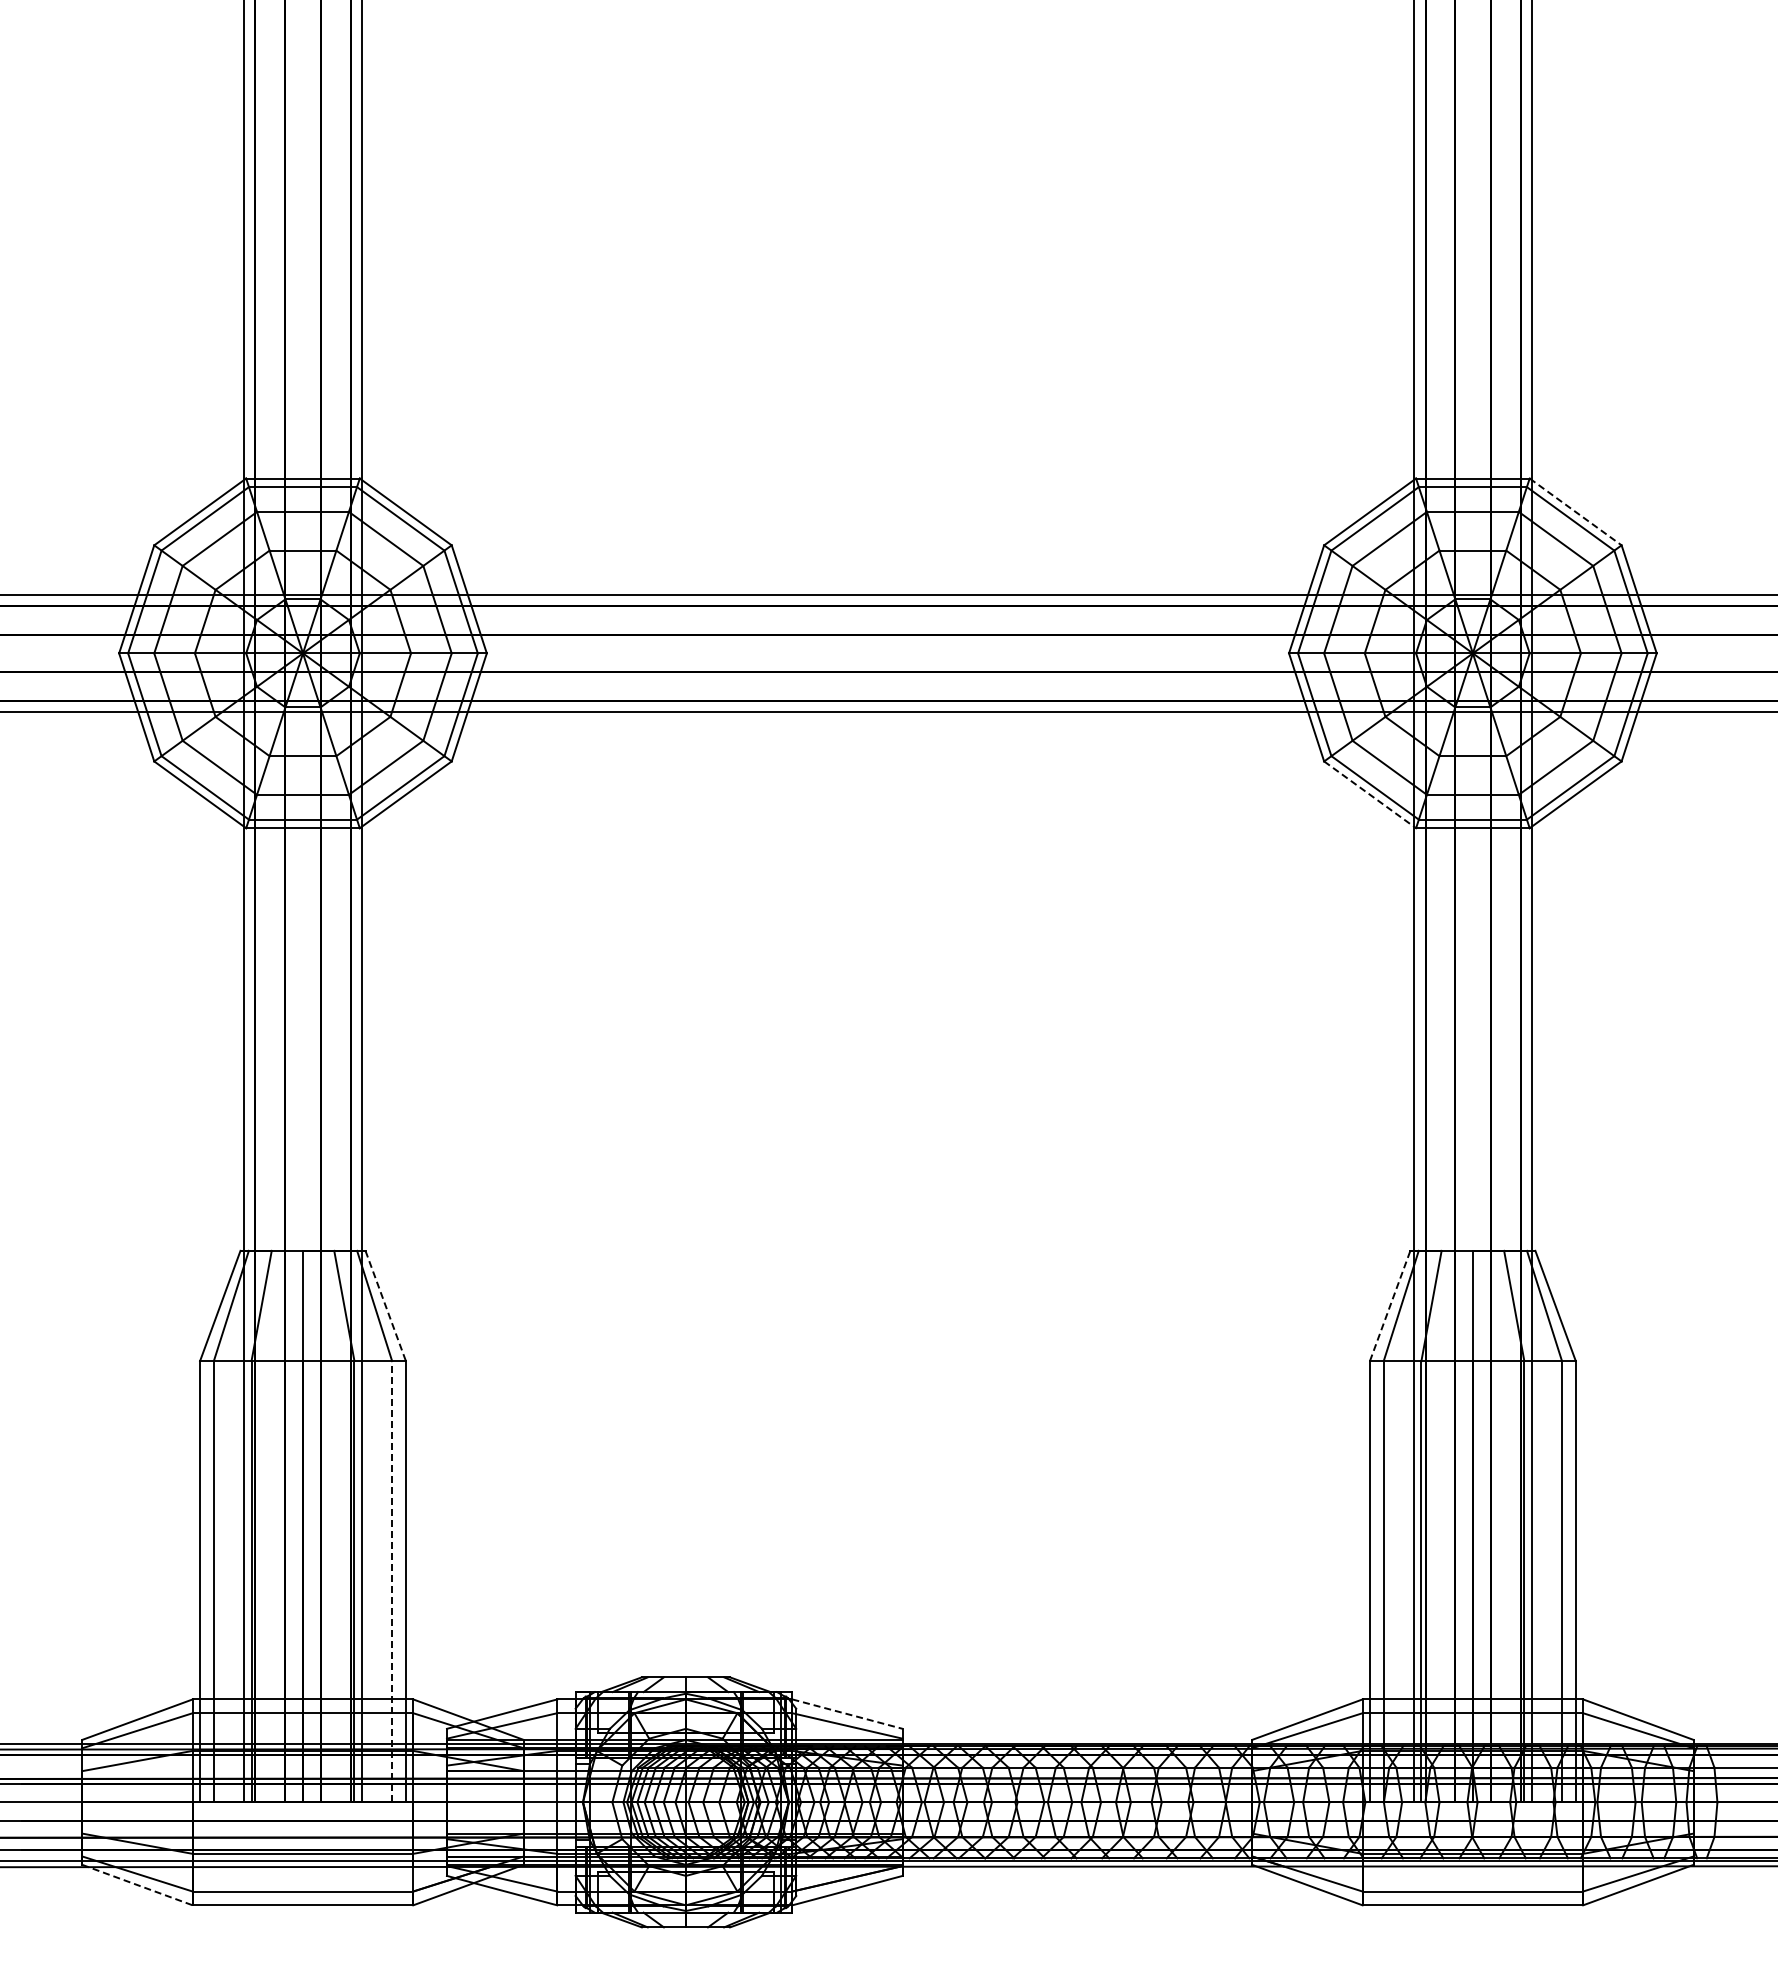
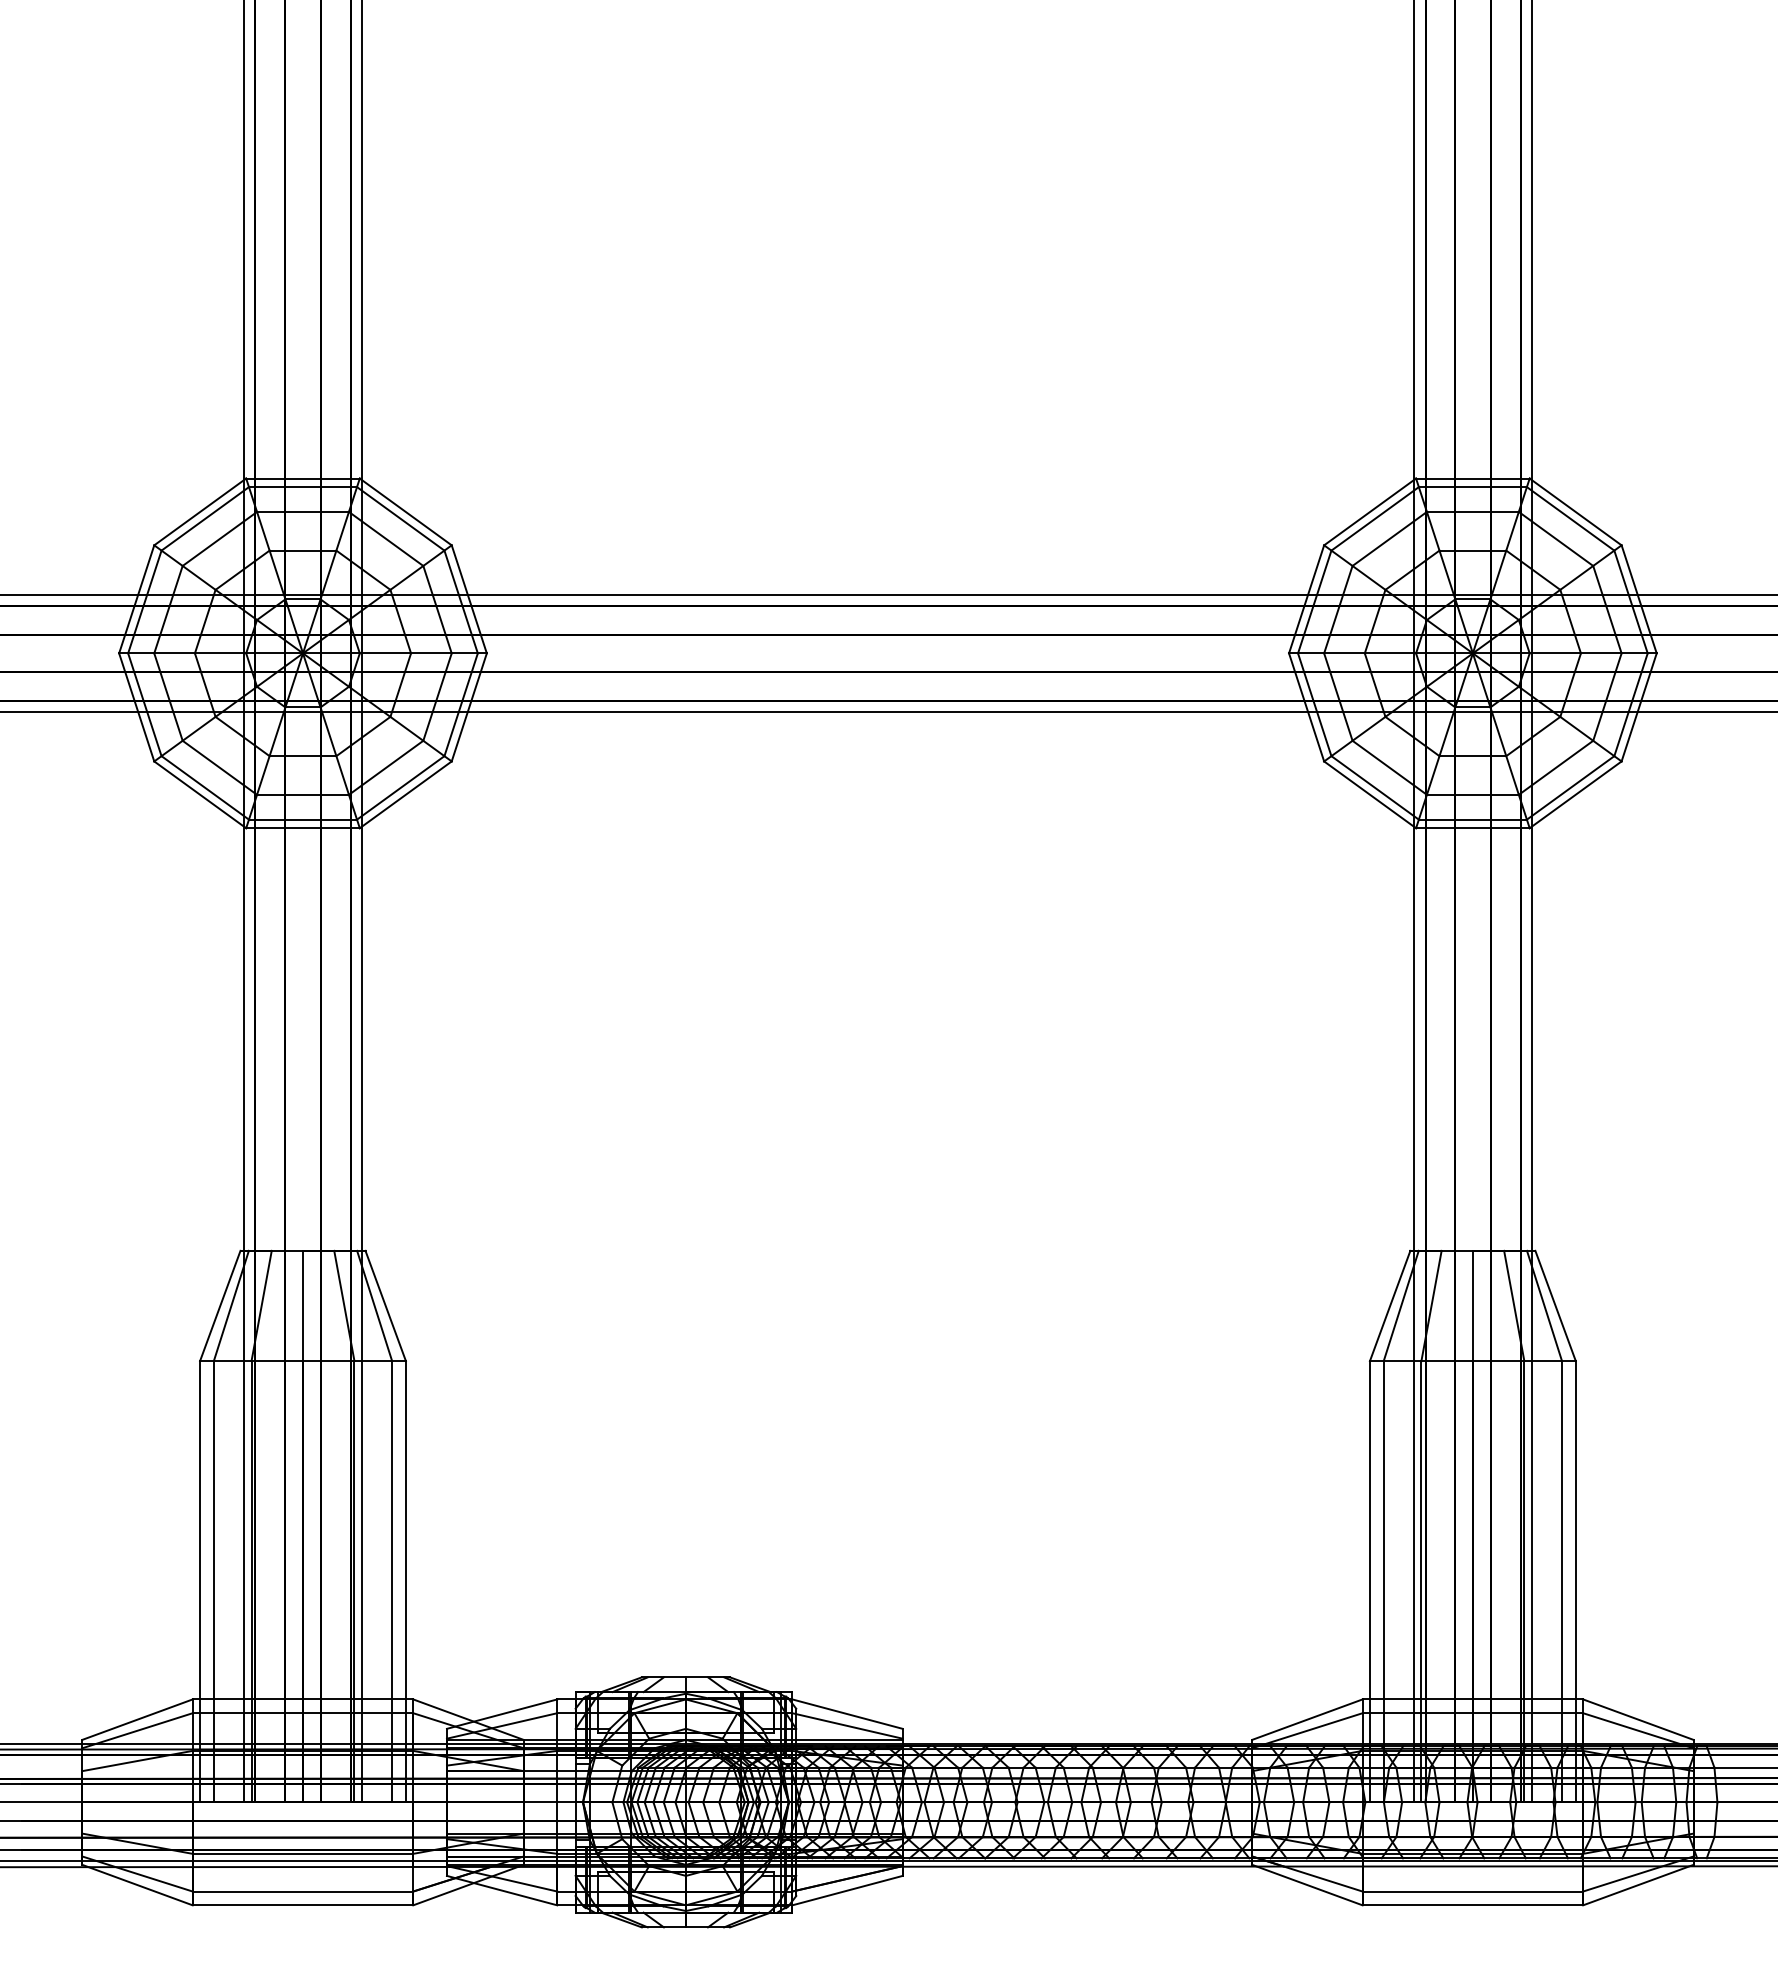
line at (1575, 511): dashed -> solid
line at (1370, 794): dashed -> solid
line at (385, 1306): dashed -> solid
line at (1390, 1306): dashed -> solid
line at (392, 1581): dashed -> solid
line at (848, 1714): dashed -> solid
line at (137, 1885): dashed -> solid
